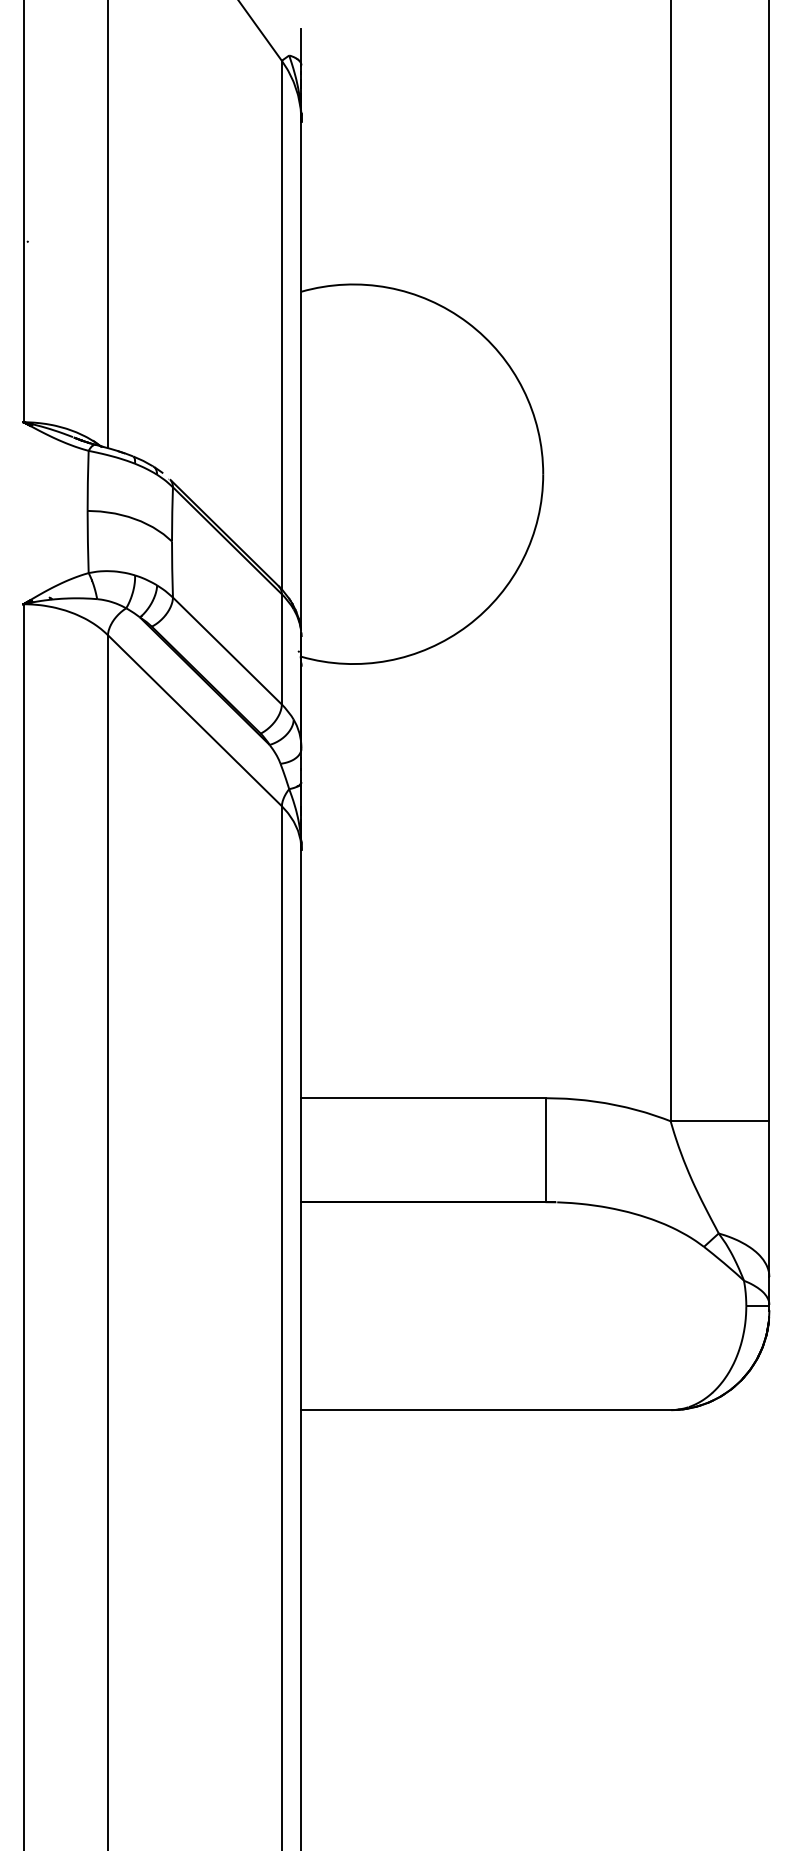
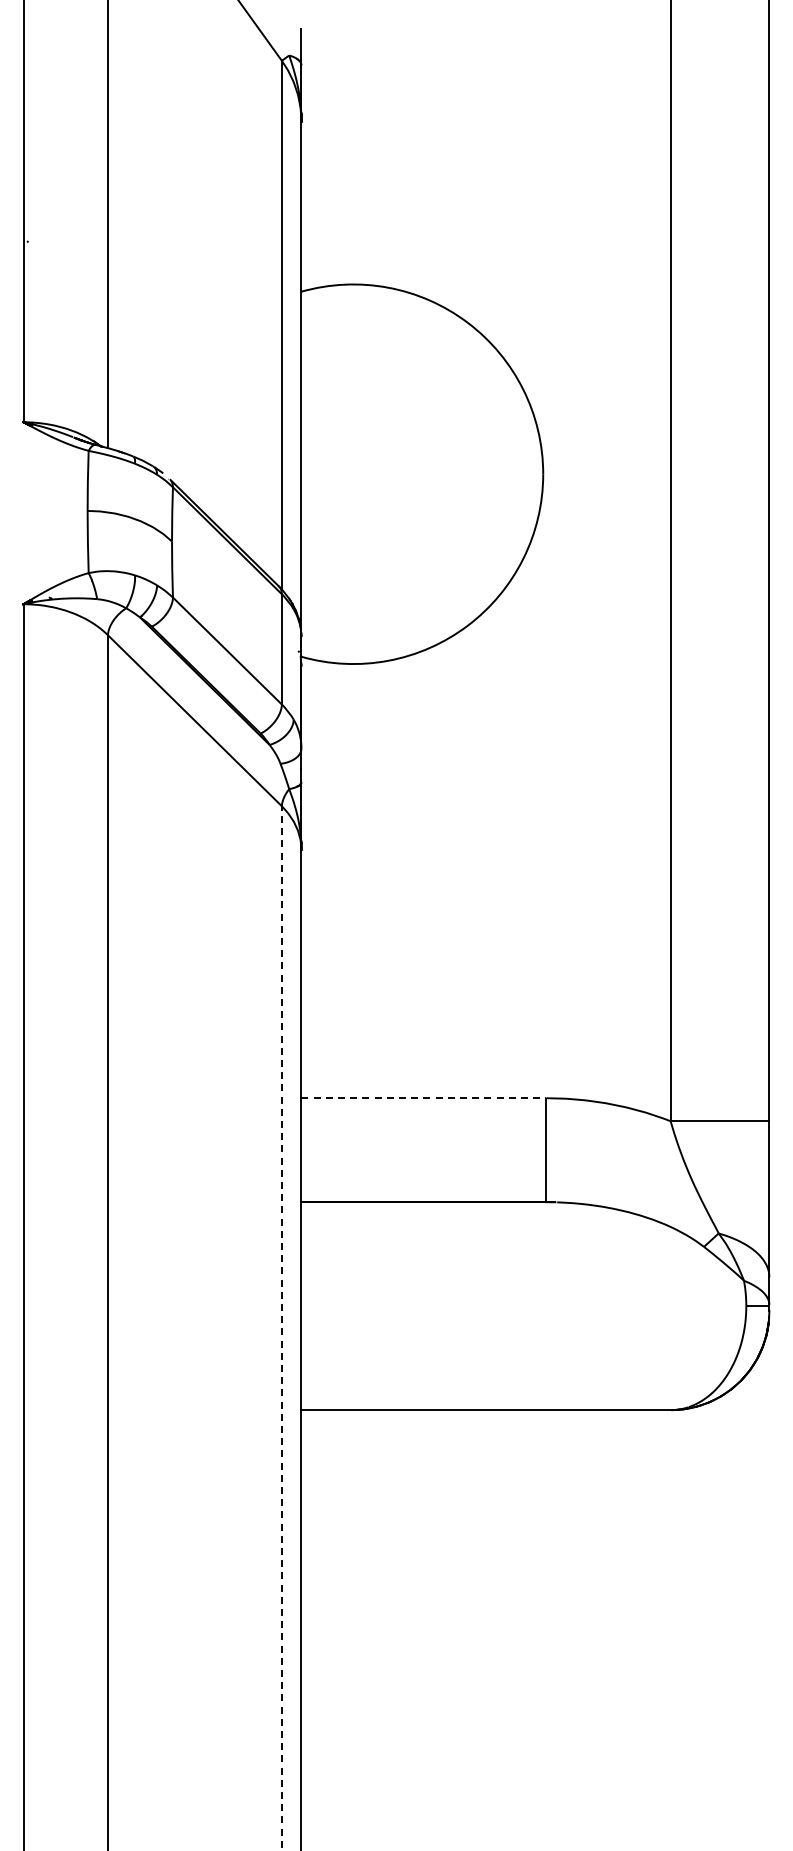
line at (424, 1098): solid -> dashed
line at (281, 1328): solid -> dashed
